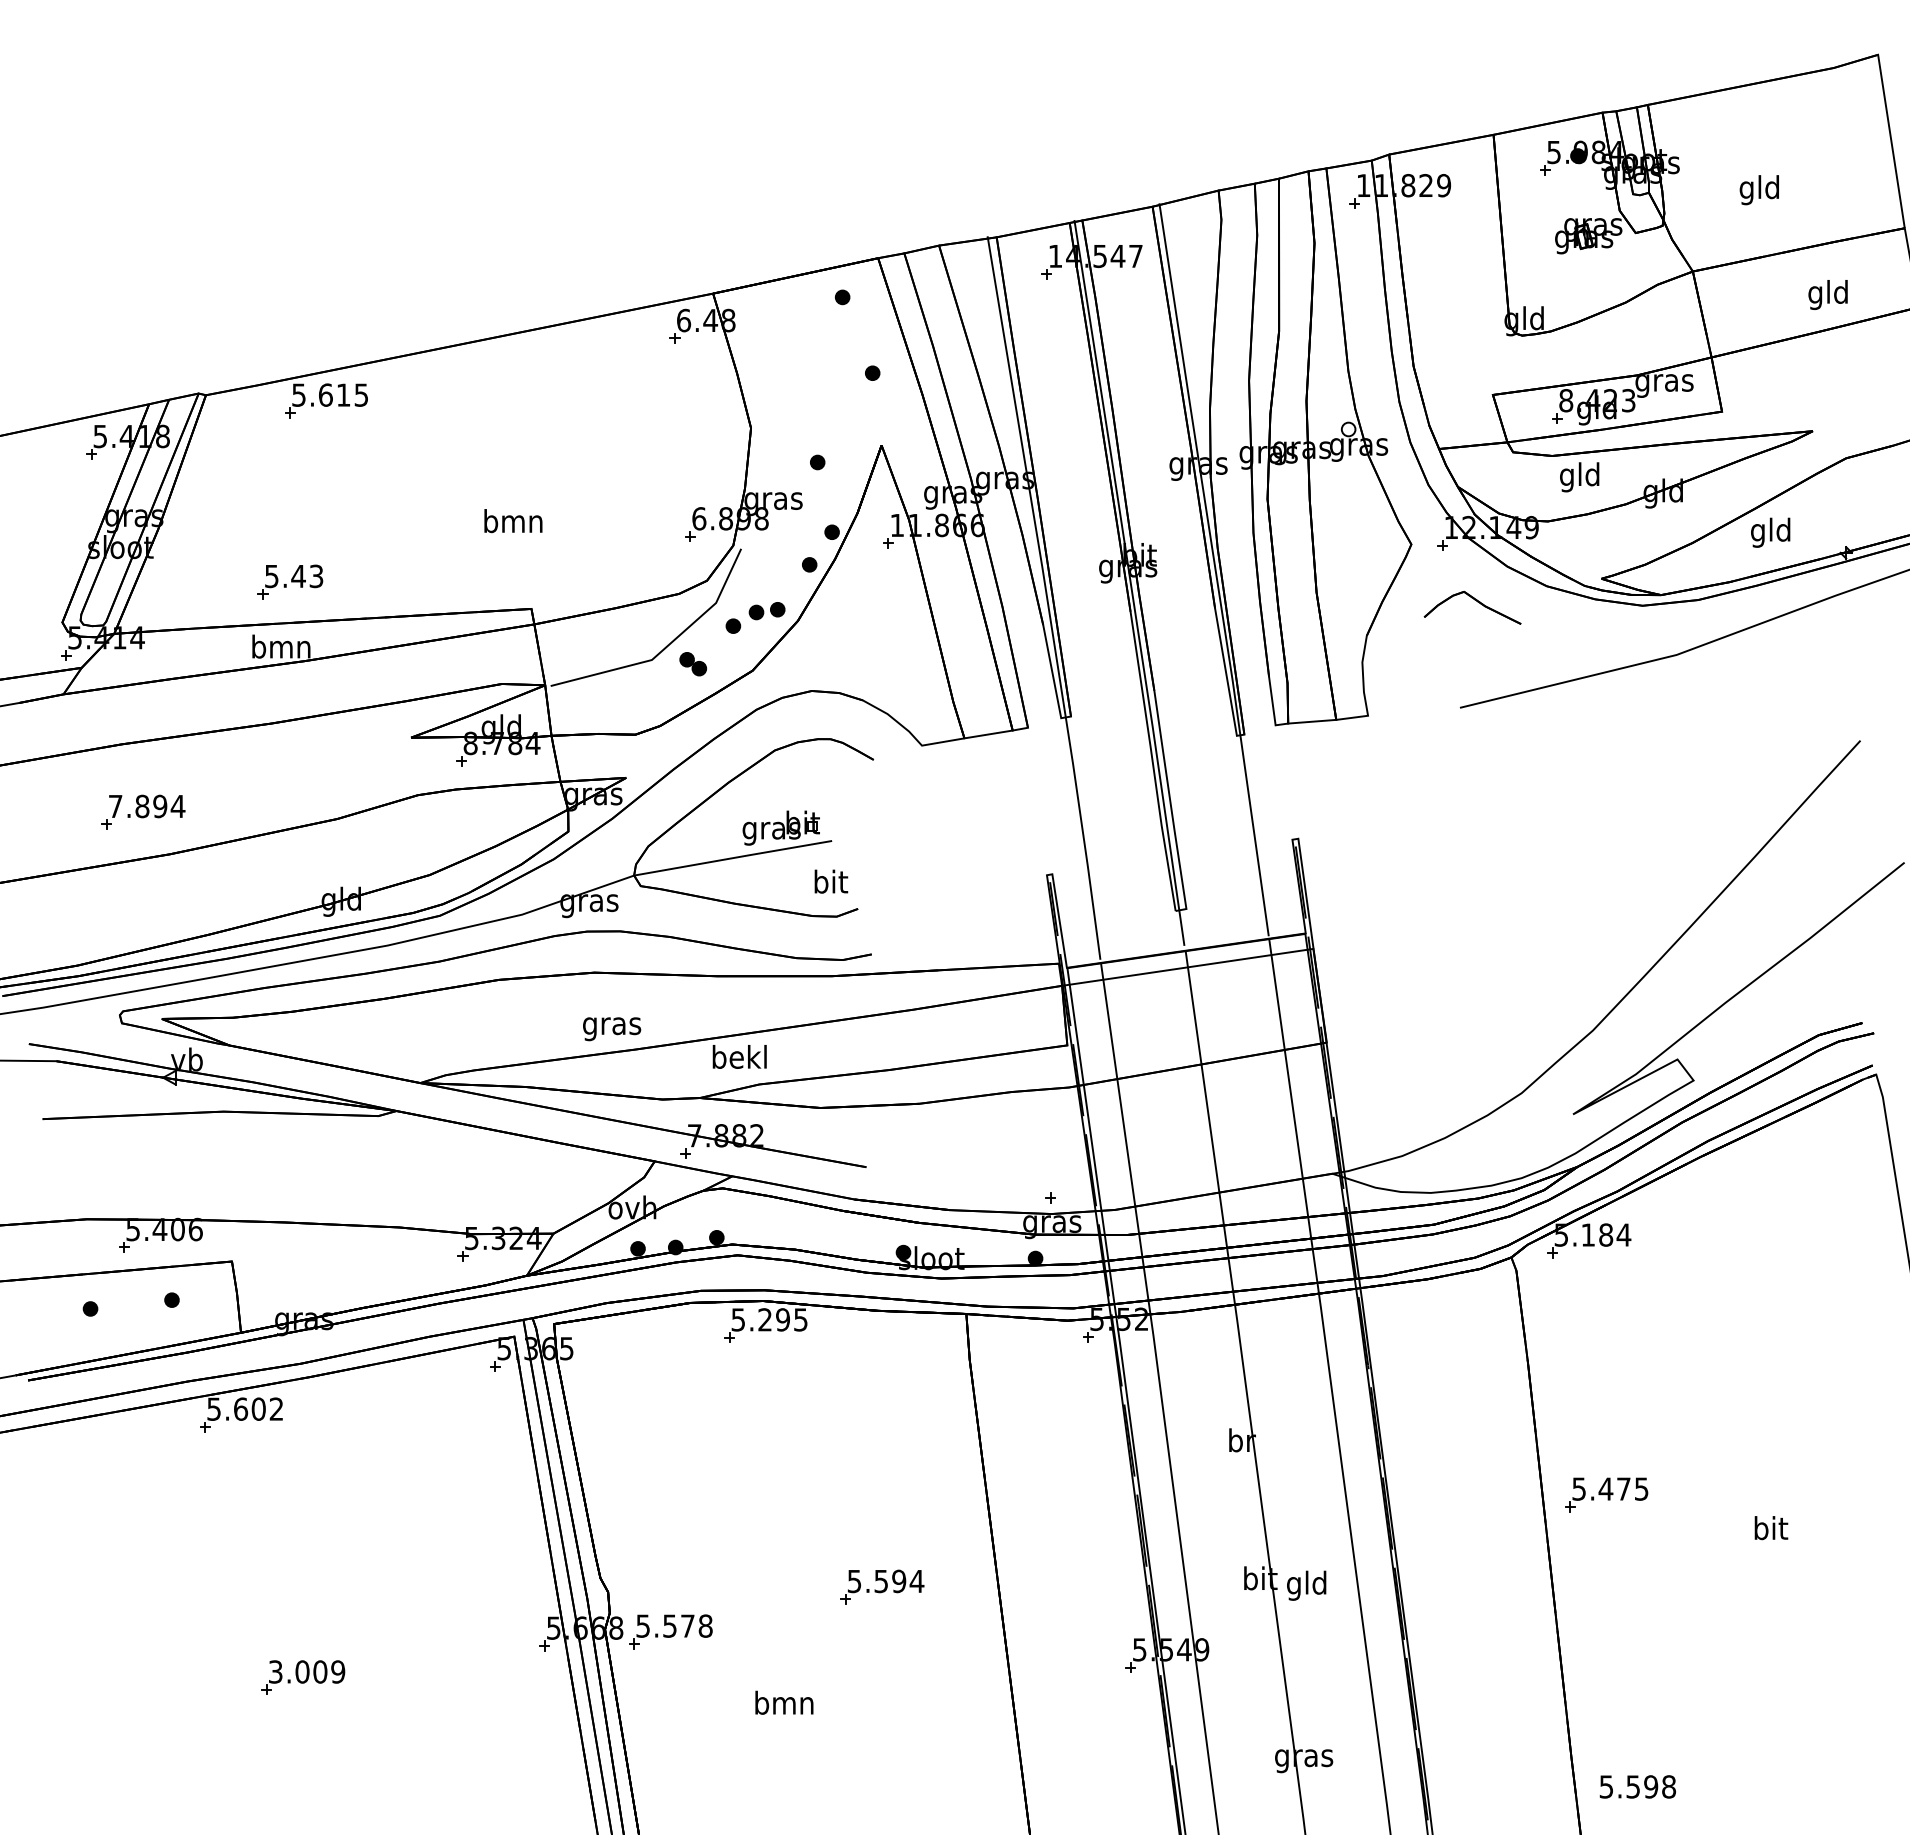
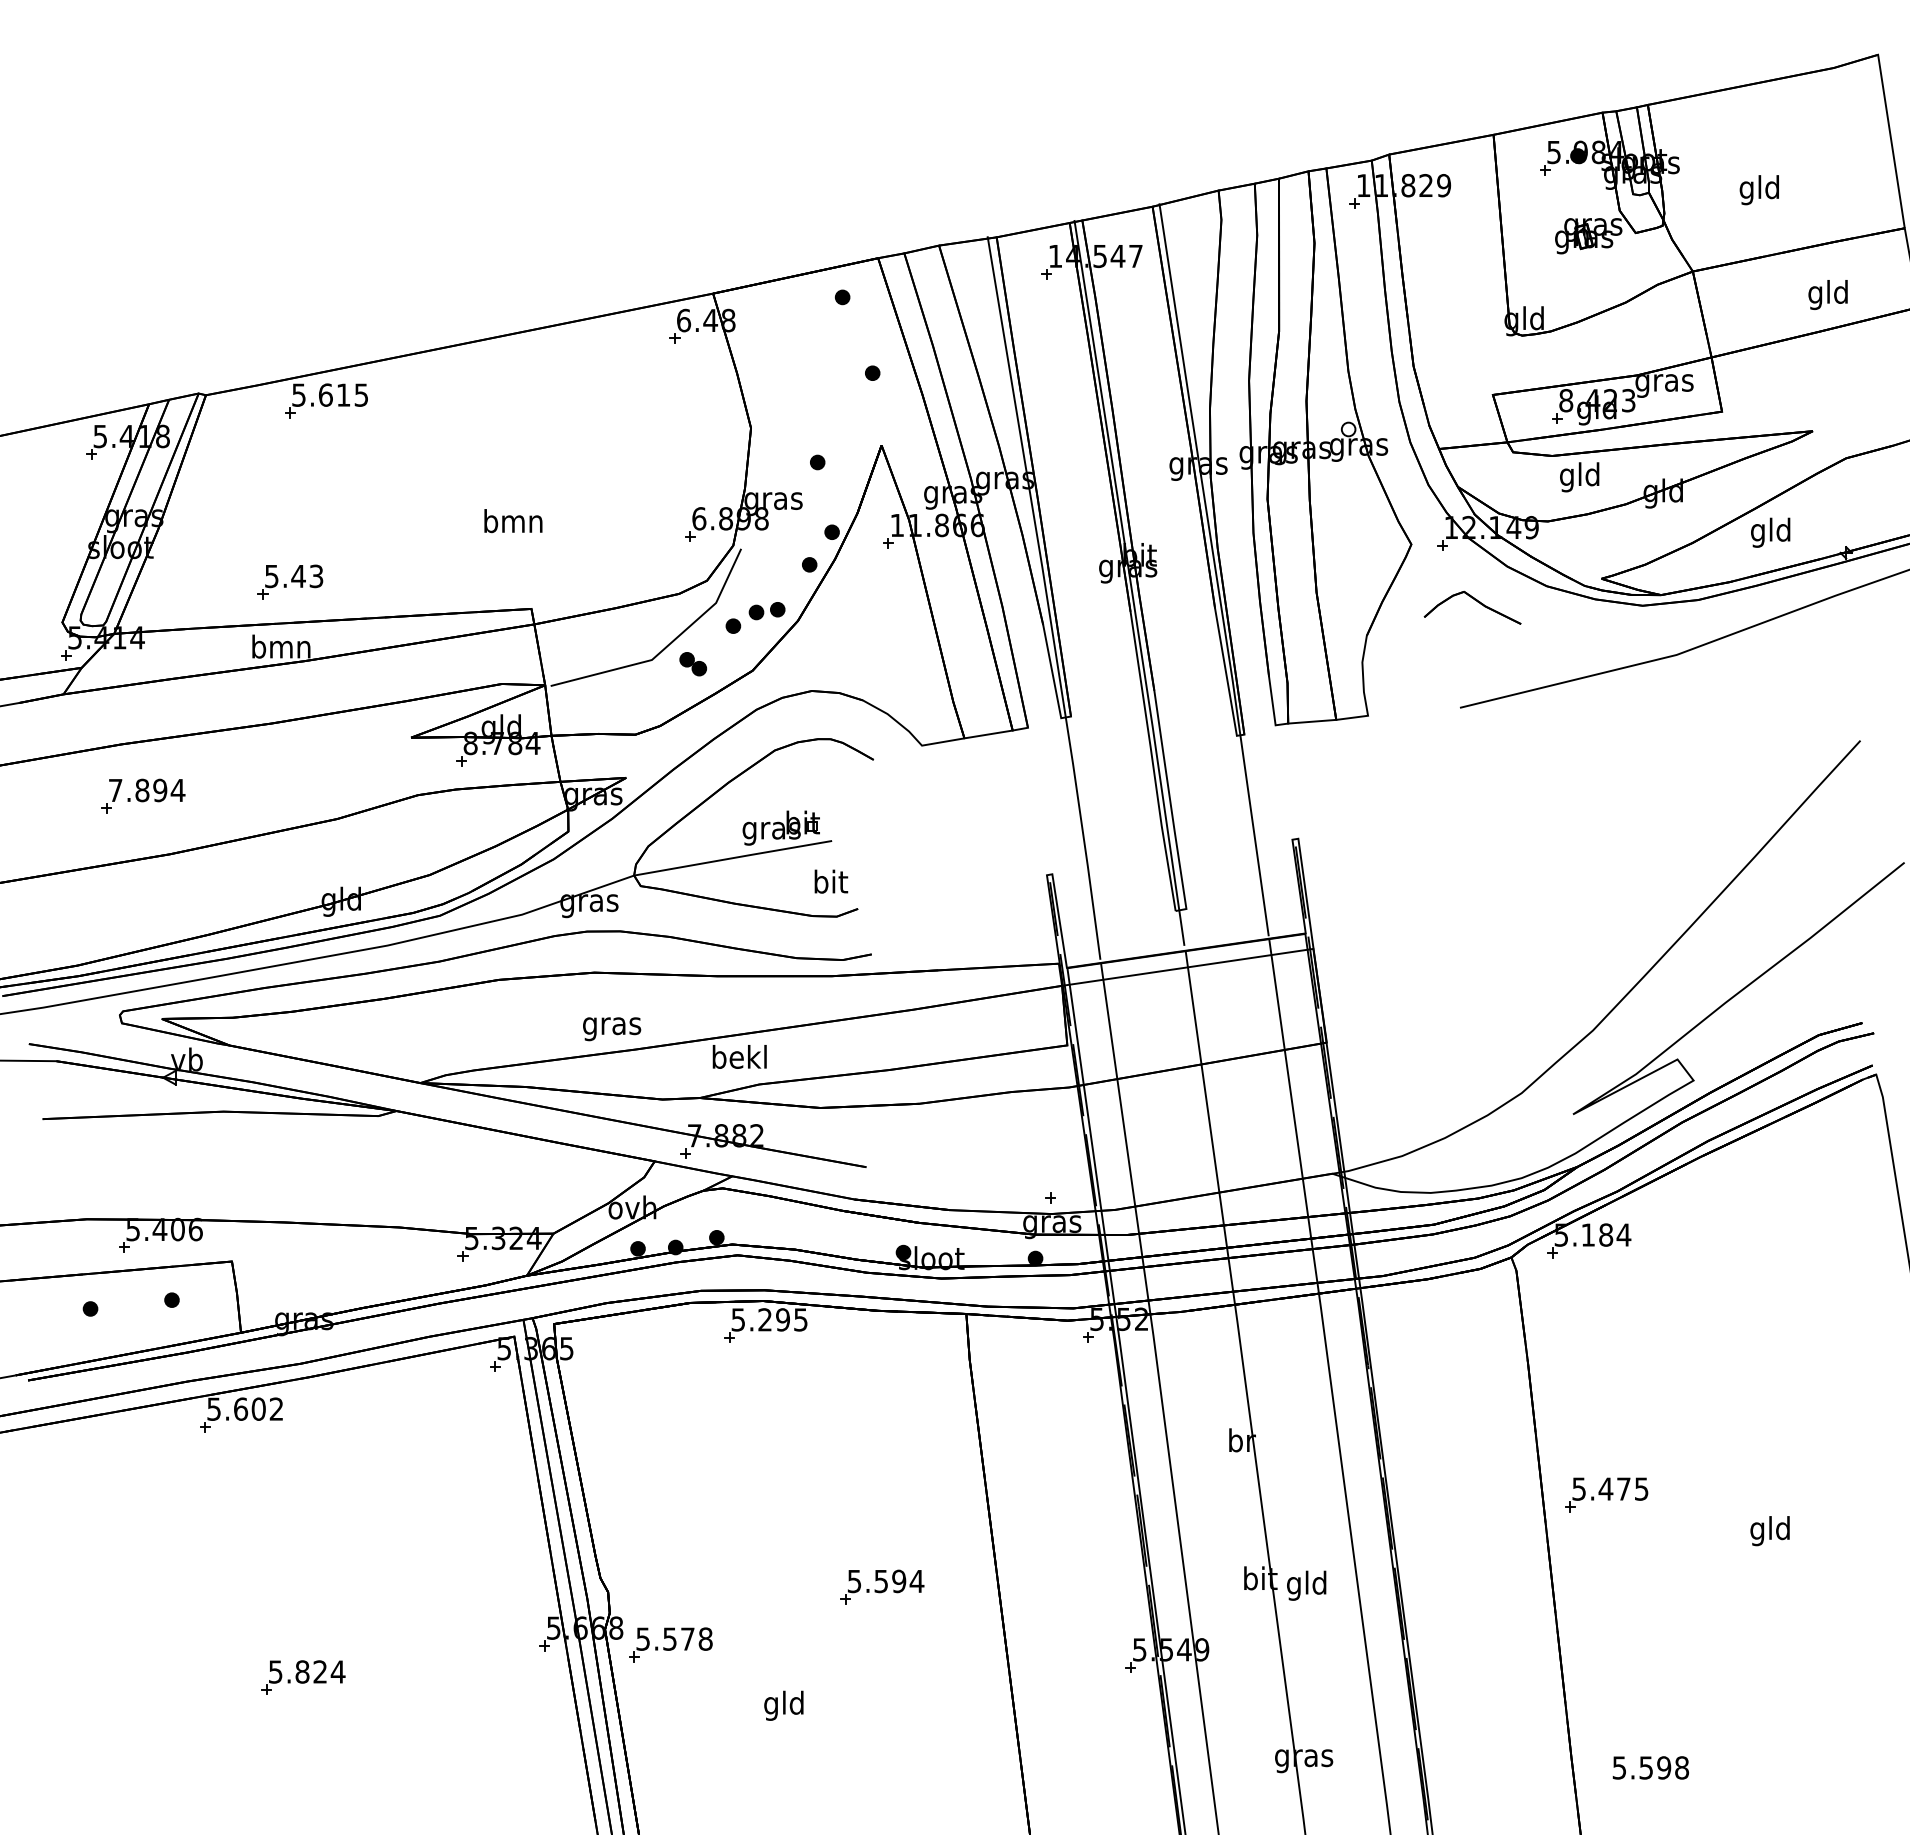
part at (143, 811) position: (143, 811) -> (143, 795)
text at (1769, 1531): bit -> gld
part at (670, 1631) position: (670, 1631) -> (670, 1644)
text at (307, 1671): 3.009 -> 5.824
text at (784, 1705): bmn -> gld
text at (1637, 1786) position: (1637, 1786) -> (1650, 1767)
